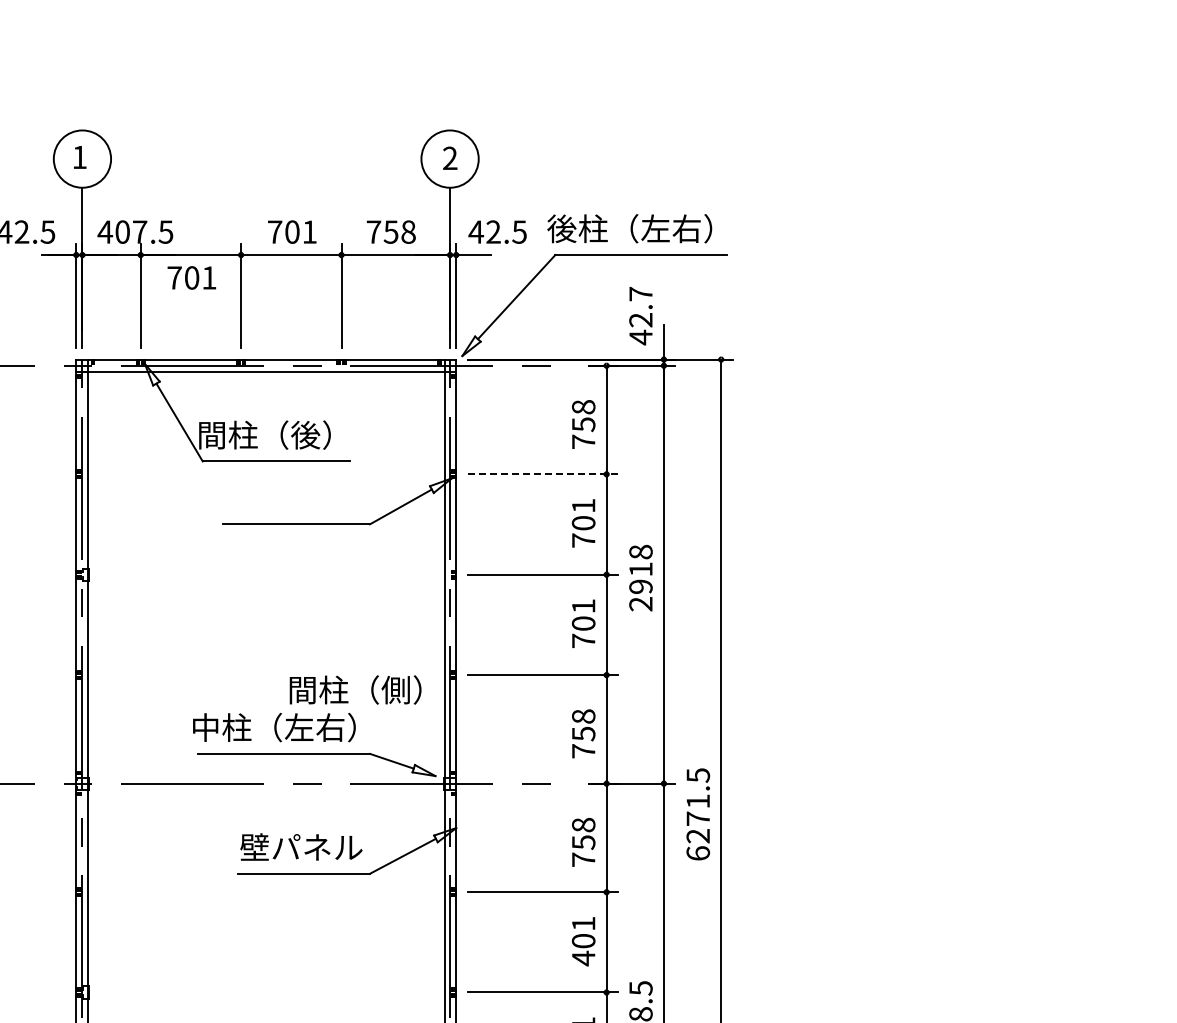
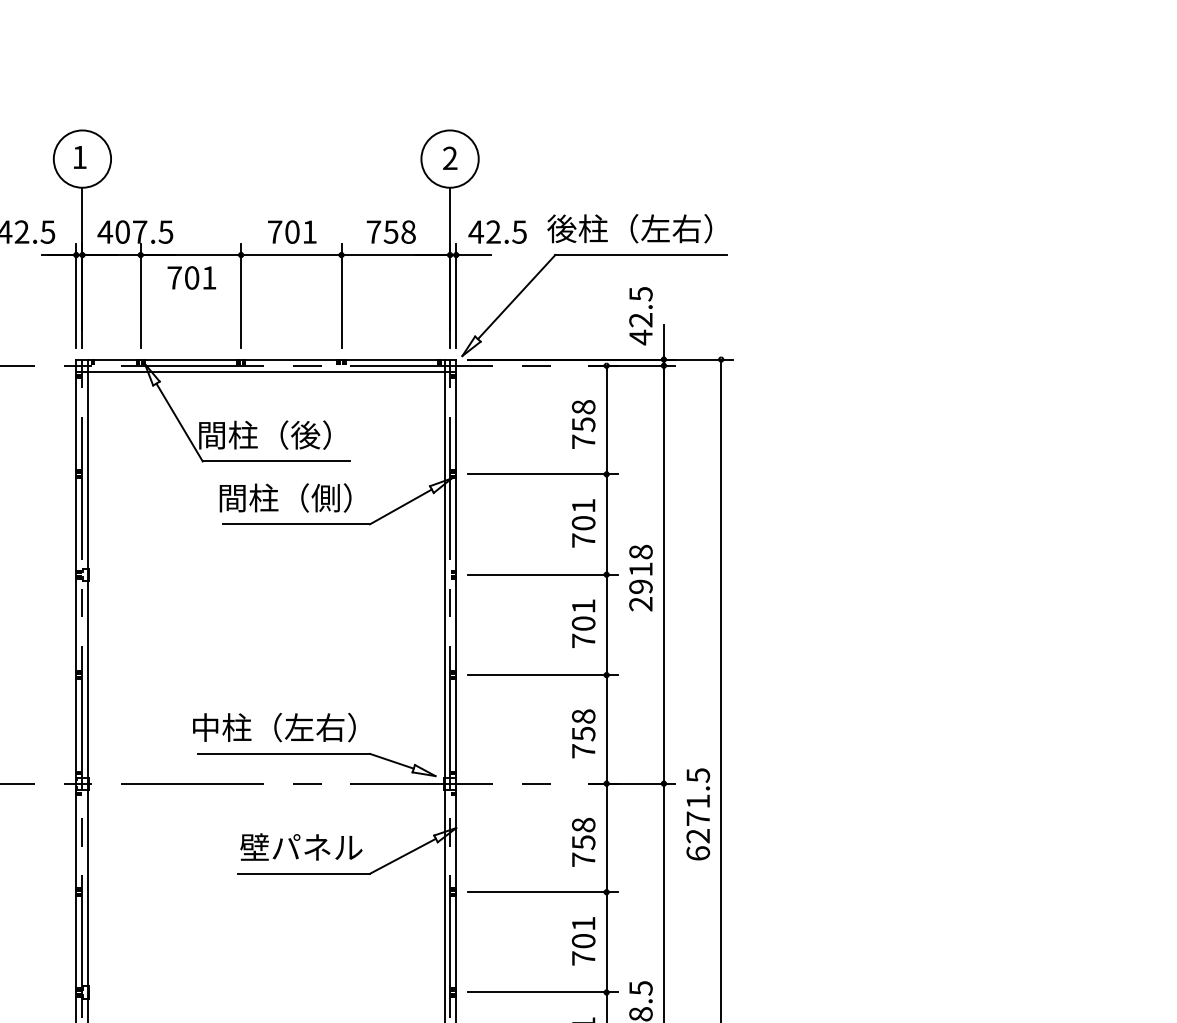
text at (640, 293): 42.7 -> 42.5
line at (543, 474): dashed -> solid
text at (355, 689) position: (355, 689) -> (285, 497)
text at (583, 958): 401 -> 701
